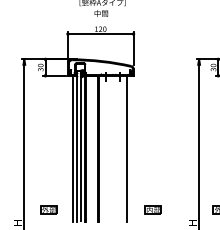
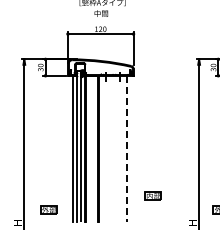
line at (126, 149): solid -> dashed
part at (152, 209) position: (152, 209) -> (152, 195)
